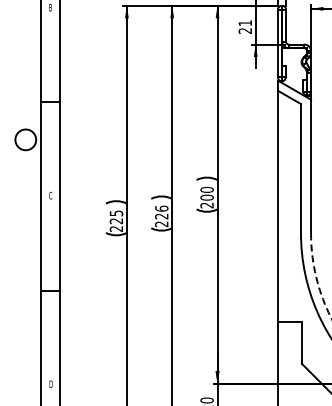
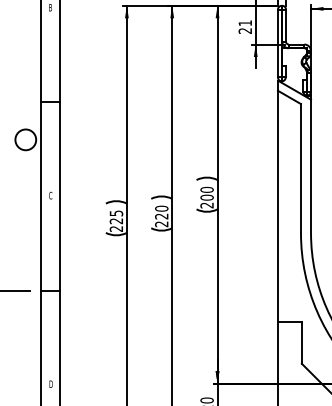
text at (161, 208): 226 -> 220
arc at (316, 278): dashed -> solid
line at (15, 290): none -> present
